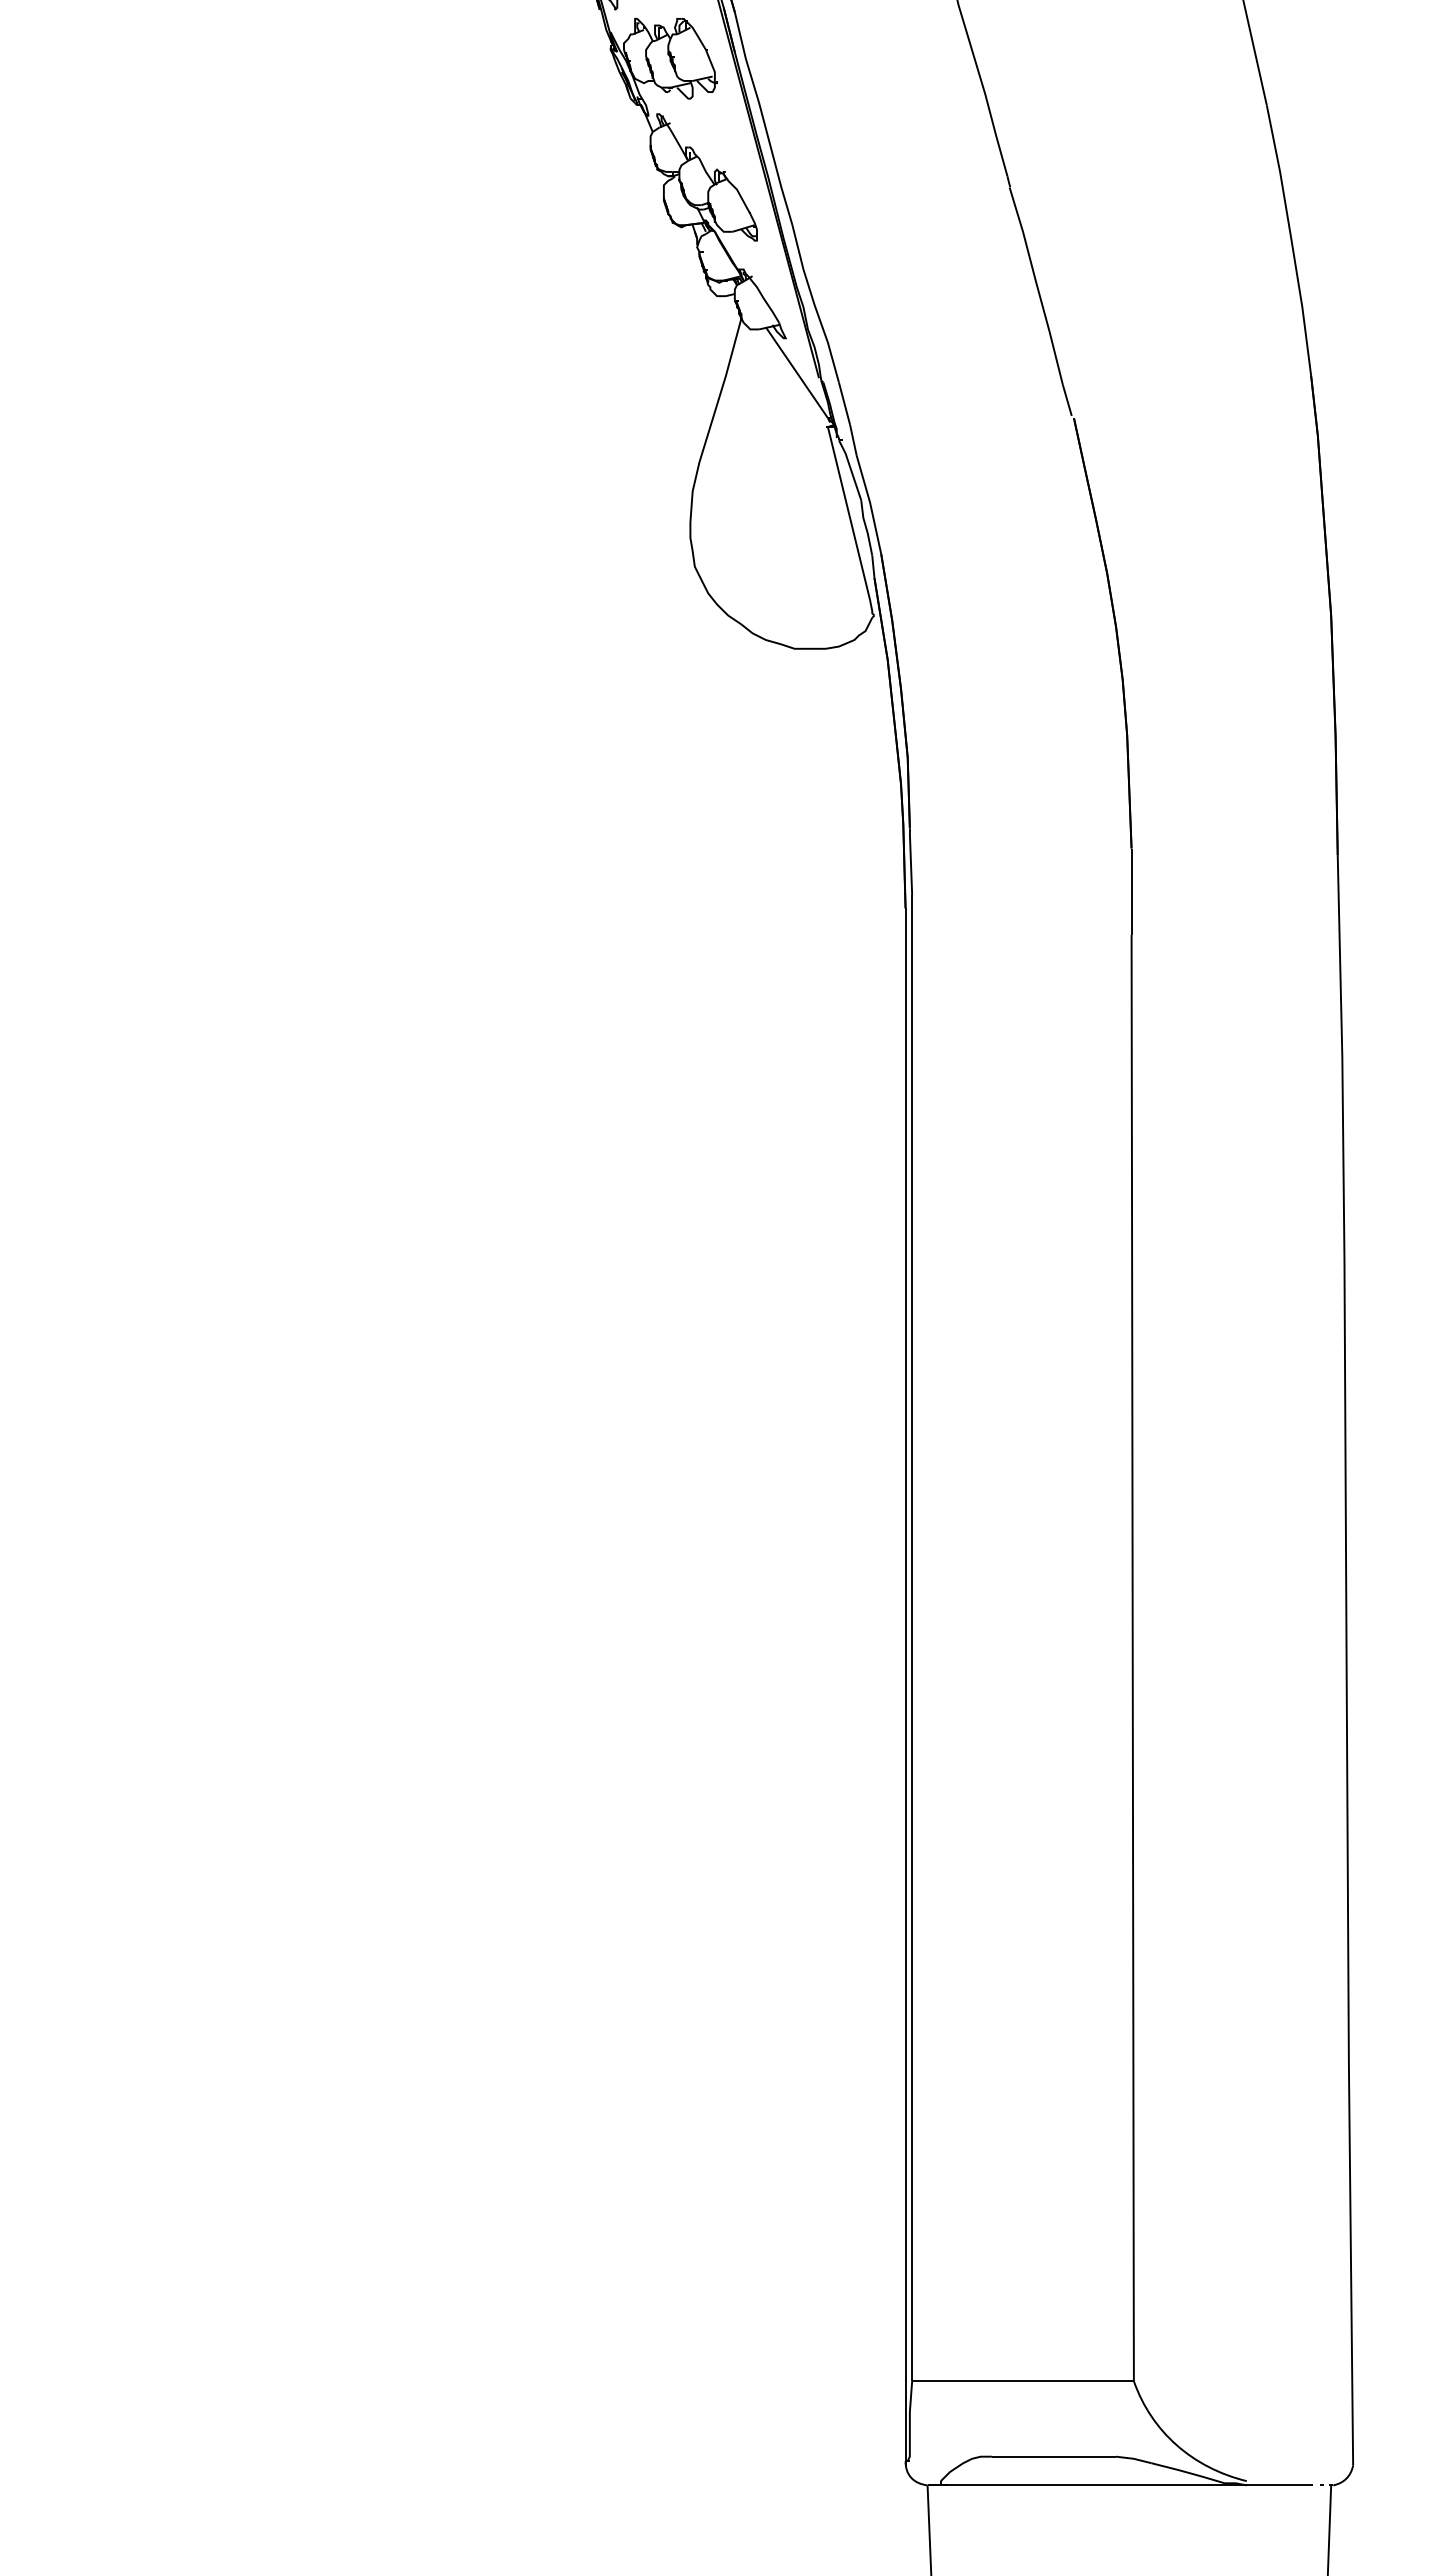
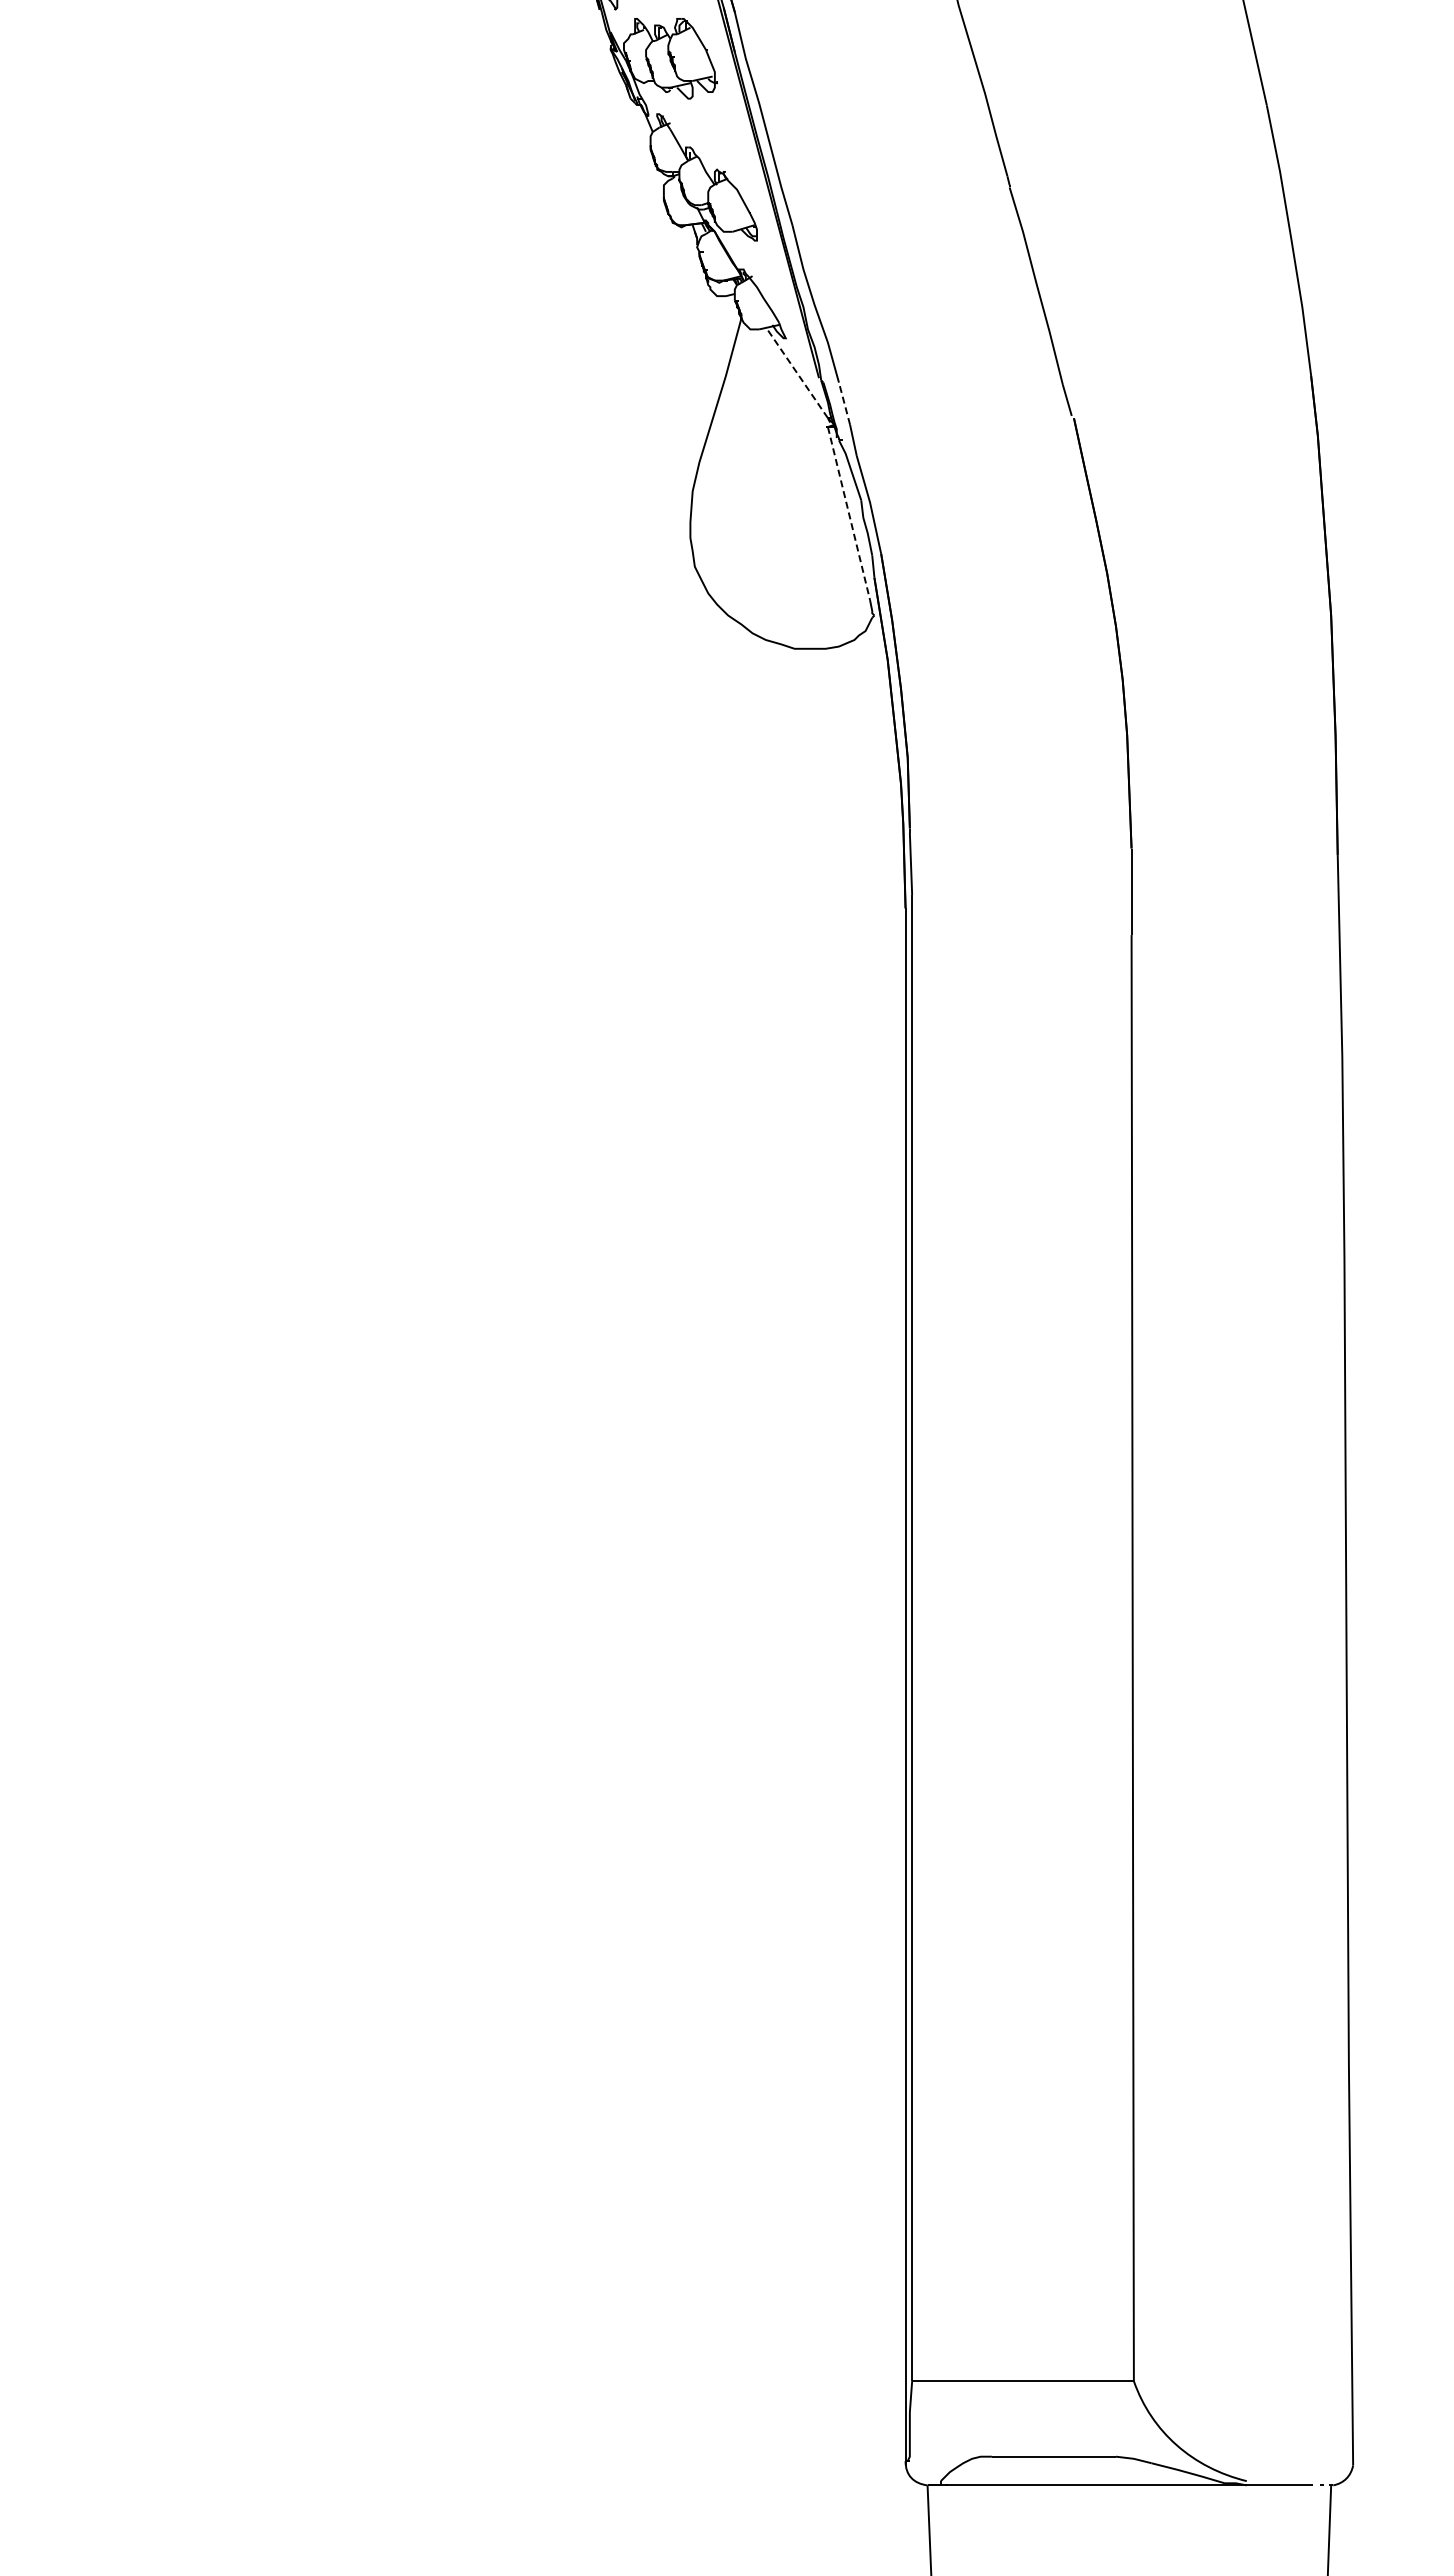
line at (796, 372): solid -> dashed
line at (844, 403): solid -> dashed
line at (849, 514): solid -> dashed
